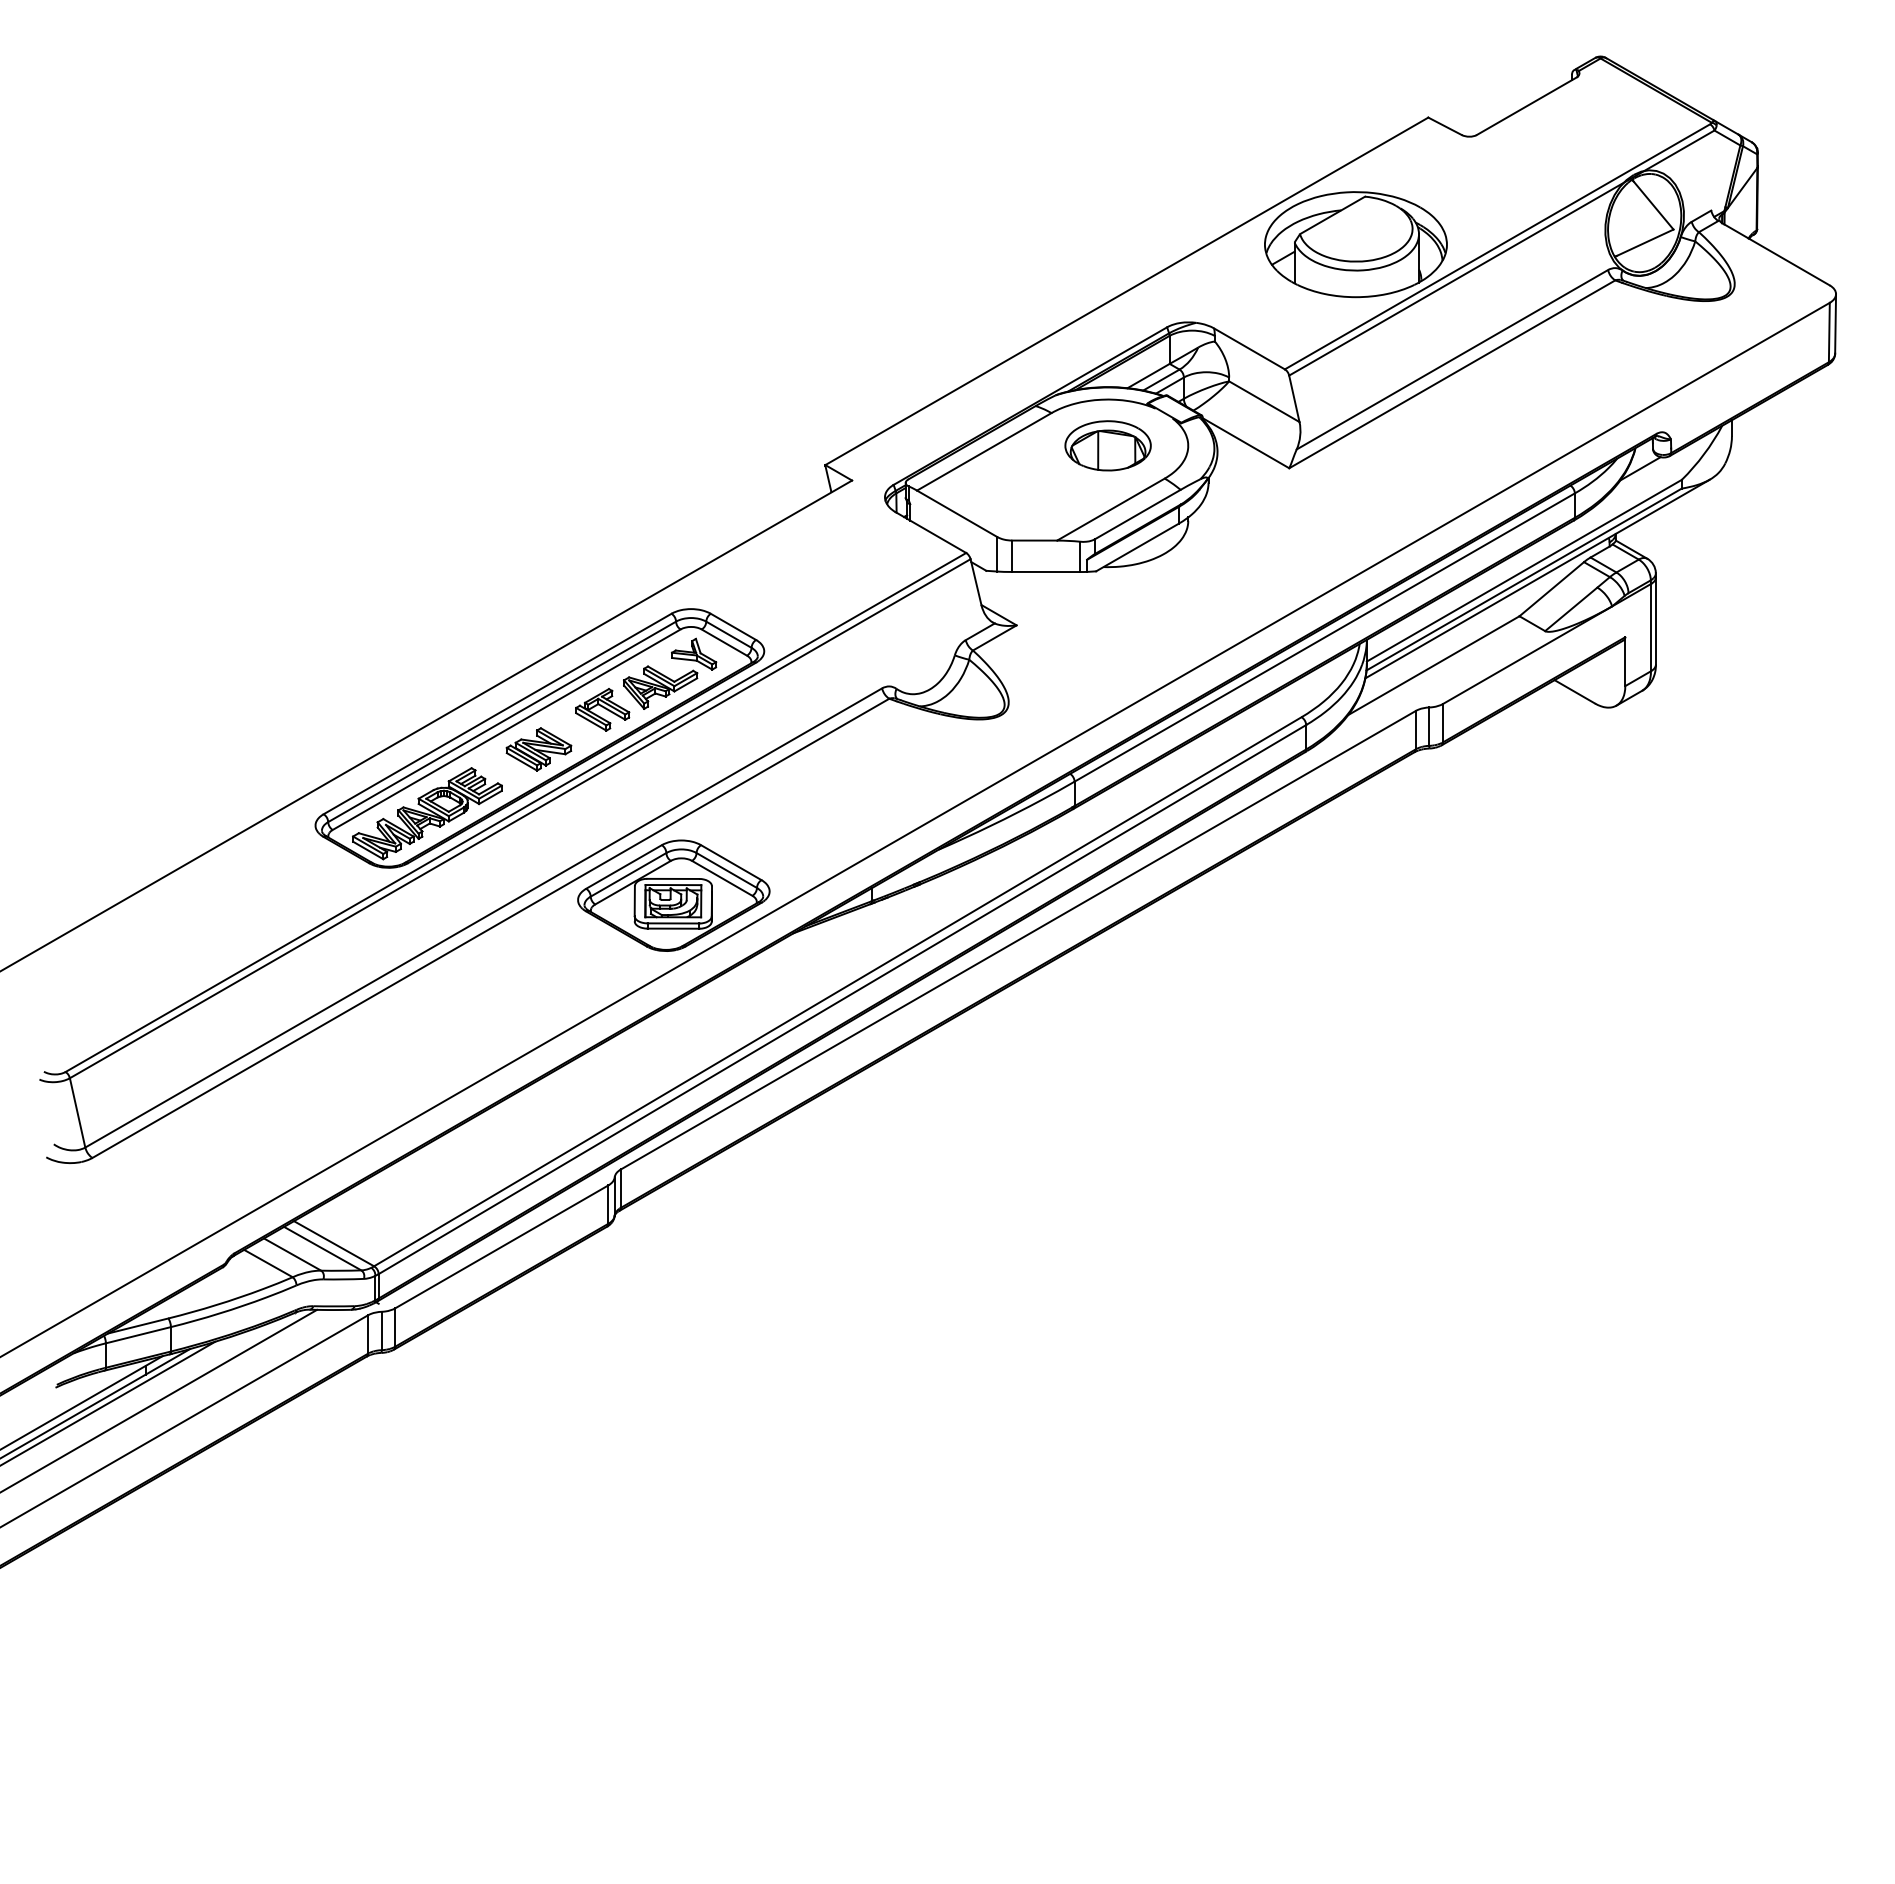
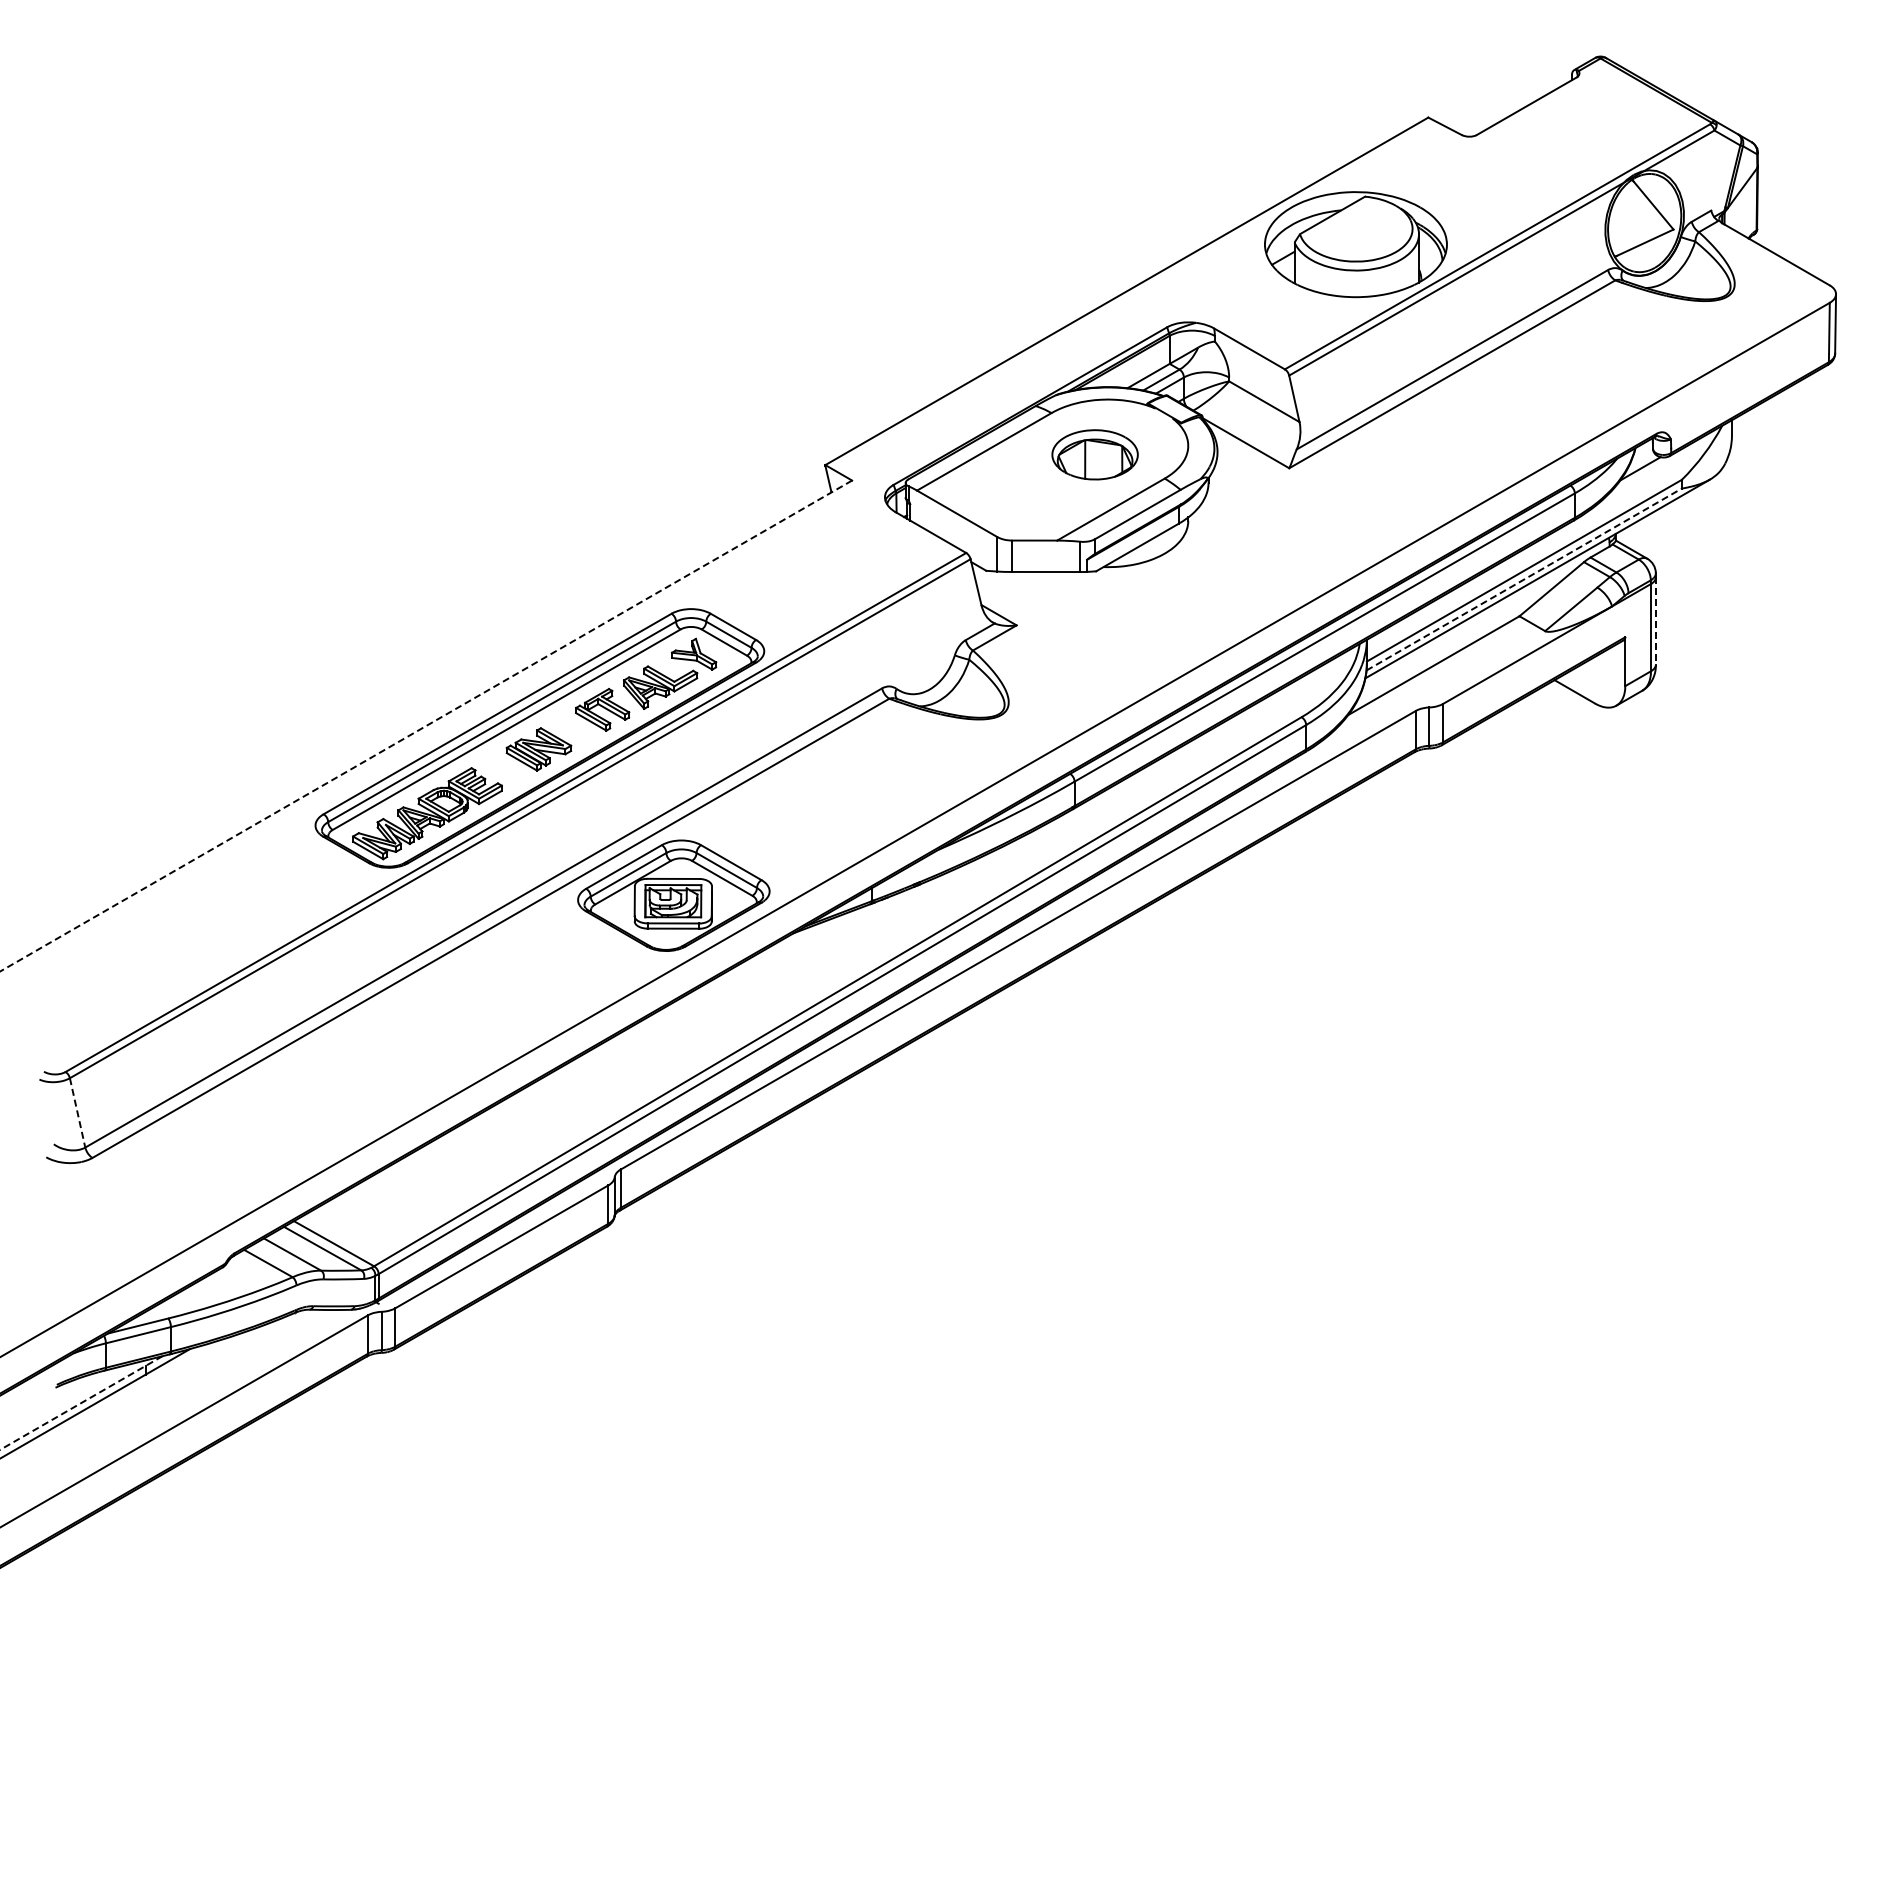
part at (1107, 445) position: (1107, 445) -> (1094, 454)
line at (1524, 579): solid -> dashed
line at (1655, 620): solid -> dashed
line at (426, 726): solid -> dashed
line at (77, 1112): solid -> dashed
line at (159, 1400): present -> none
line at (108, 1402): present -> none
line at (81, 1403): solid -> dashed
